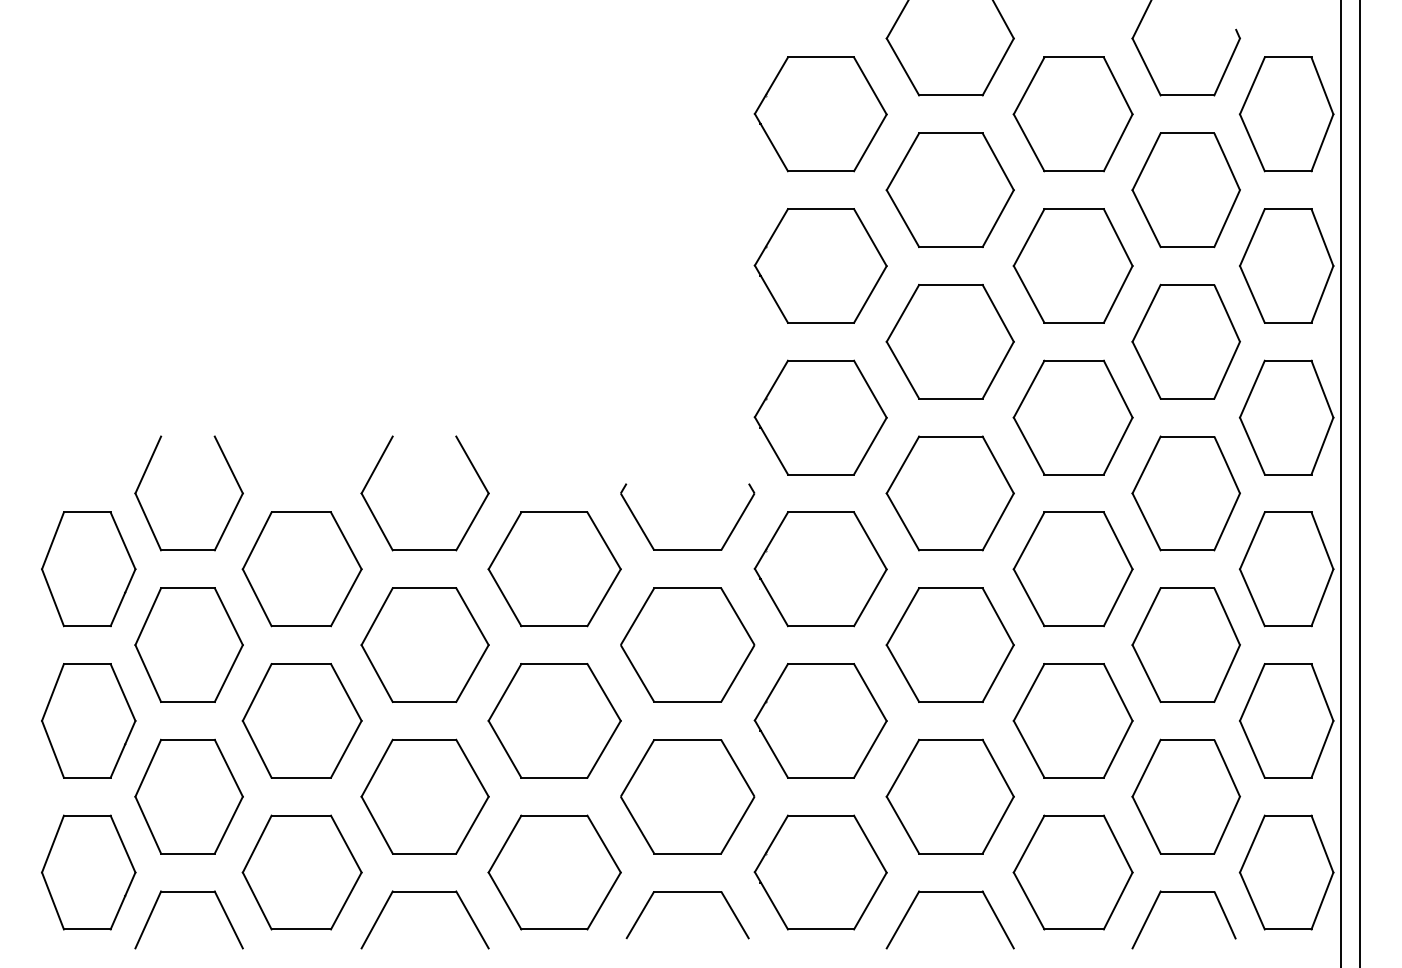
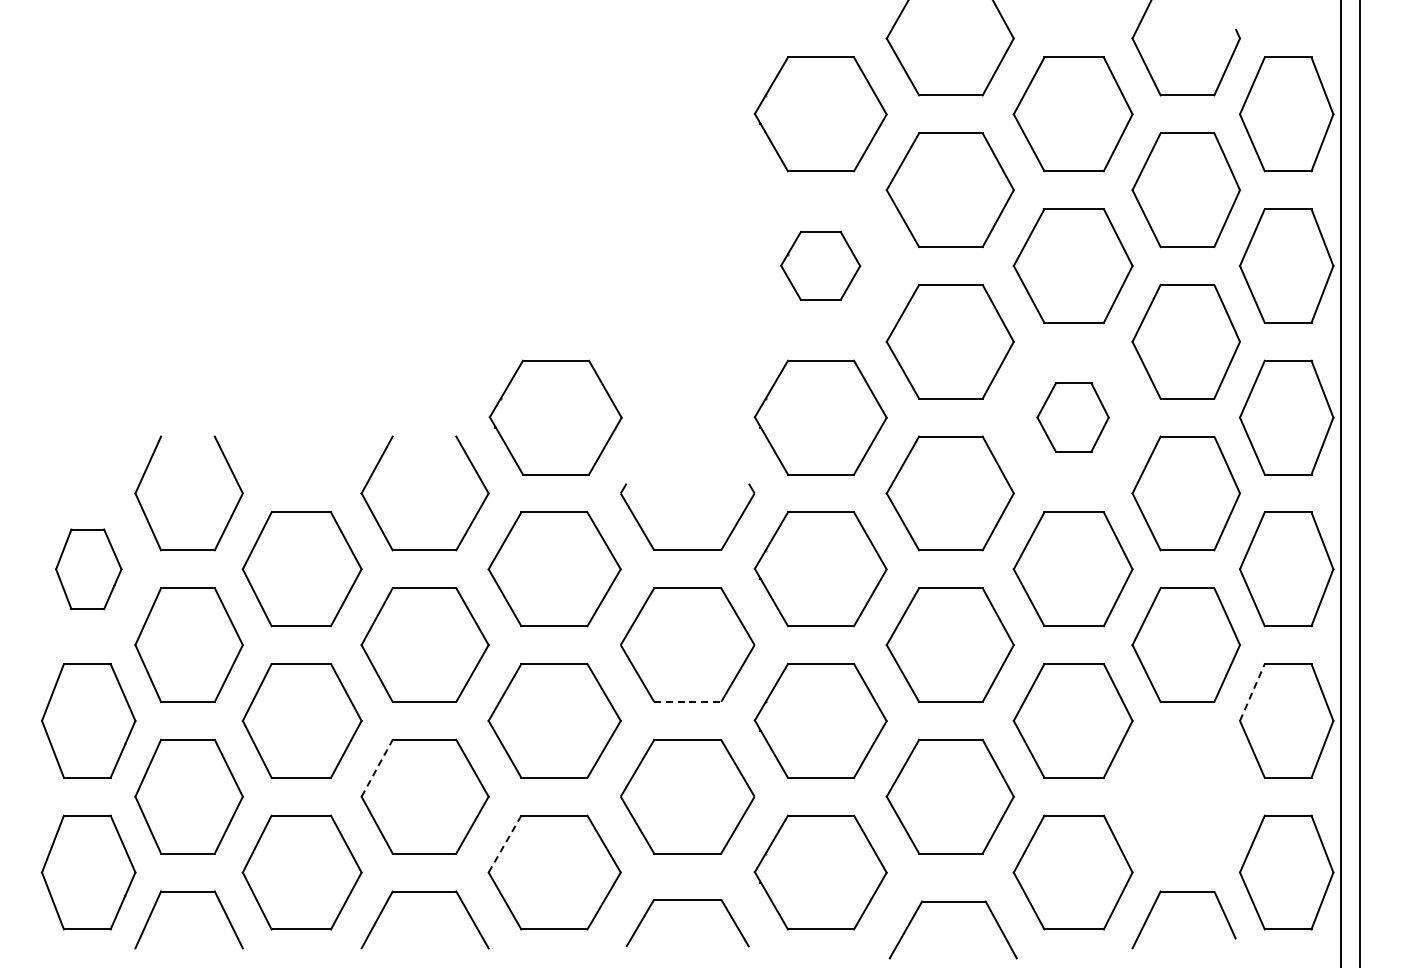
part at (820, 265) size: 135x116 px -> 82x72 px
part at (555, 417): none -> present
part at (1072, 417) size: 122x117 px -> 74x71 px
part at (88, 569) size: 96x117 px -> 68x83 px
line at (1252, 692): solid -> dashed
line at (688, 701): solid -> dashed
line at (377, 767): solid -> dashed
part at (1185, 796): present -> none
line at (505, 844): solid -> dashed
part at (687, 892) position: (687, 892) -> (687, 900)
part at (949, 892) position: (949, 892) -> (952, 902)
